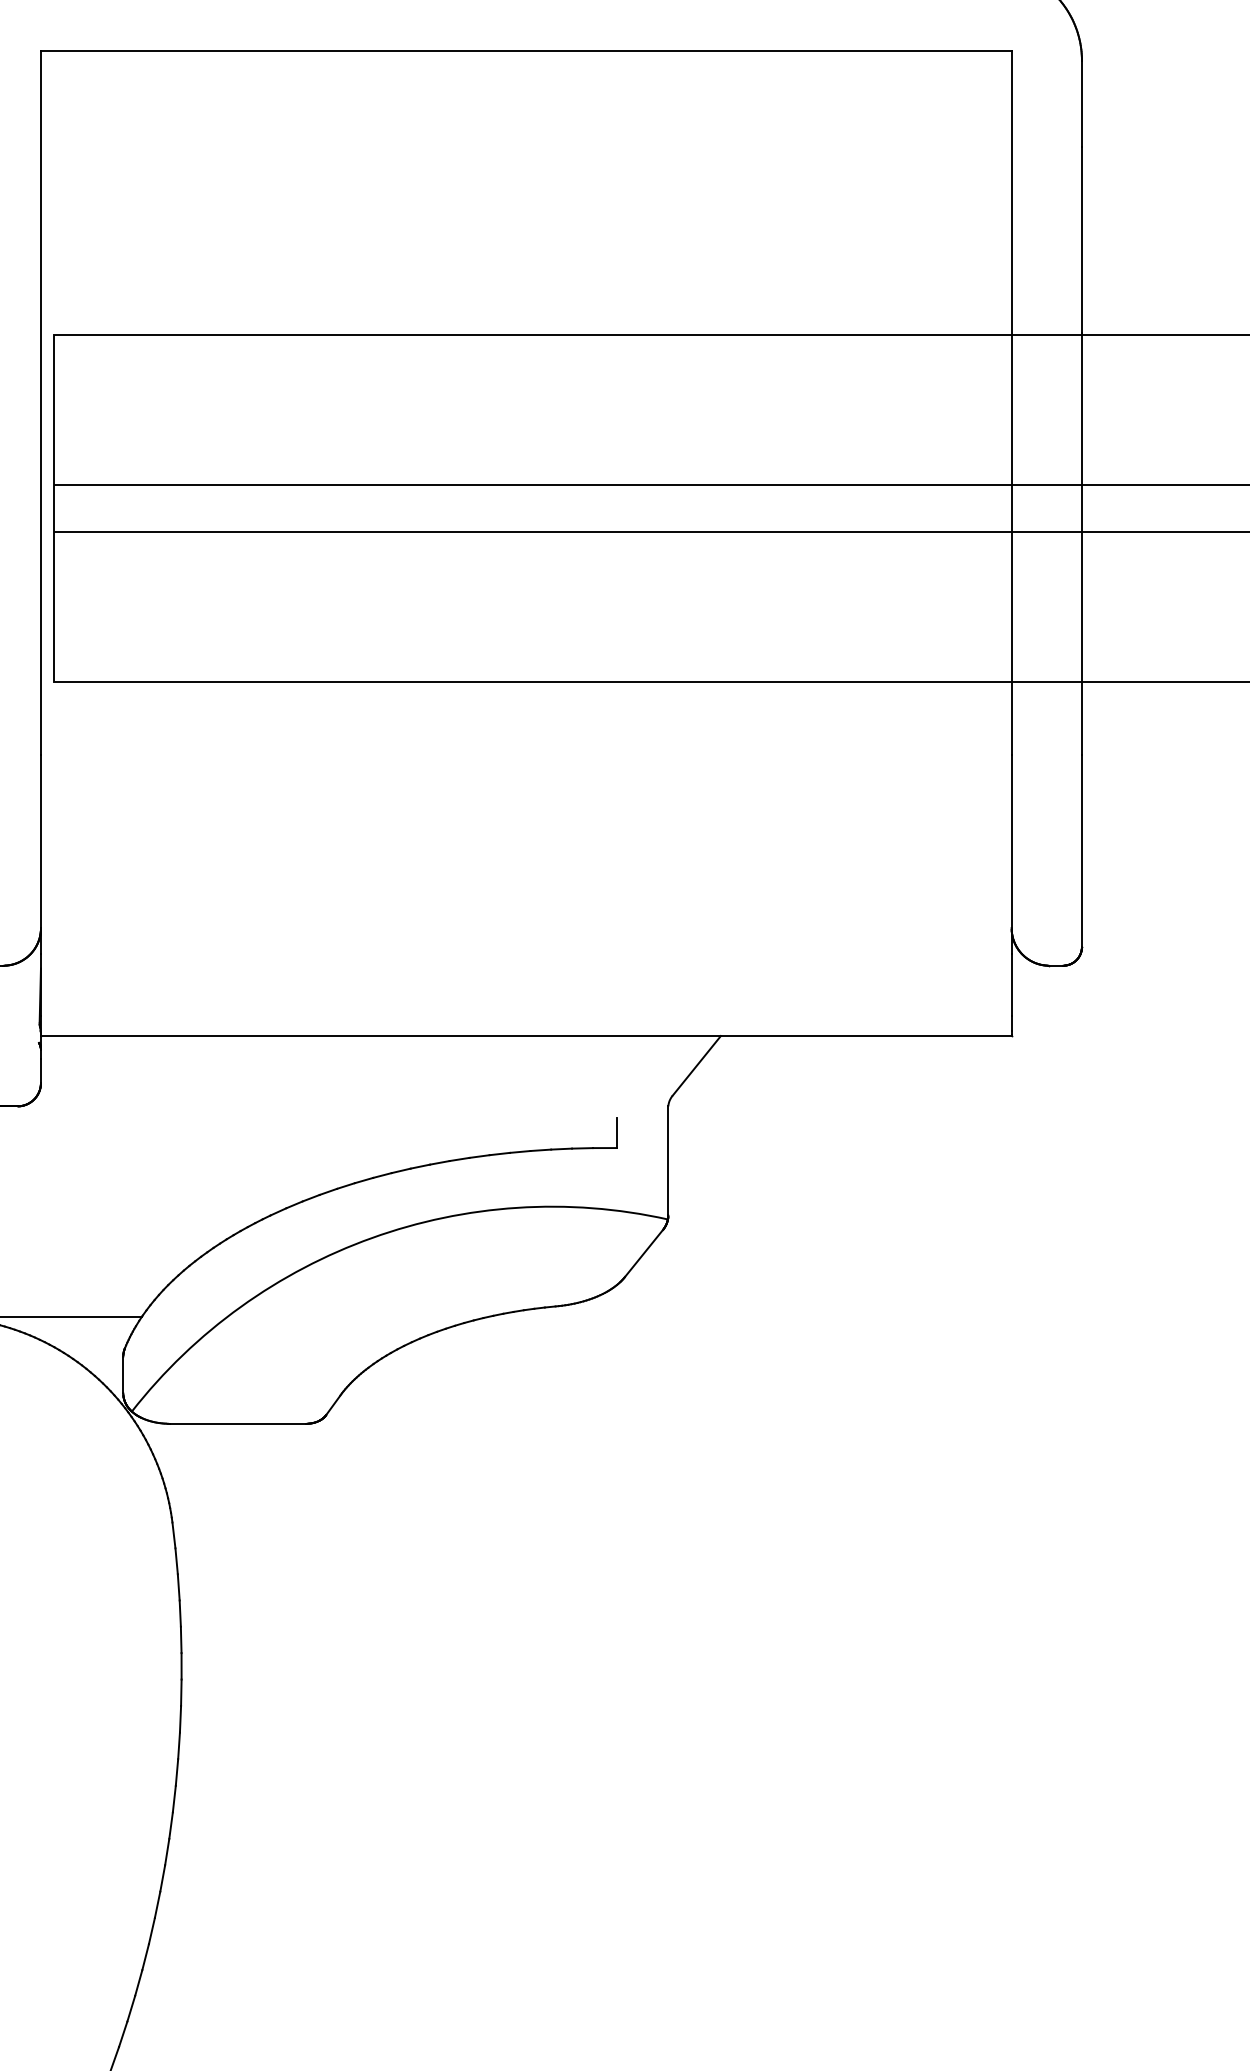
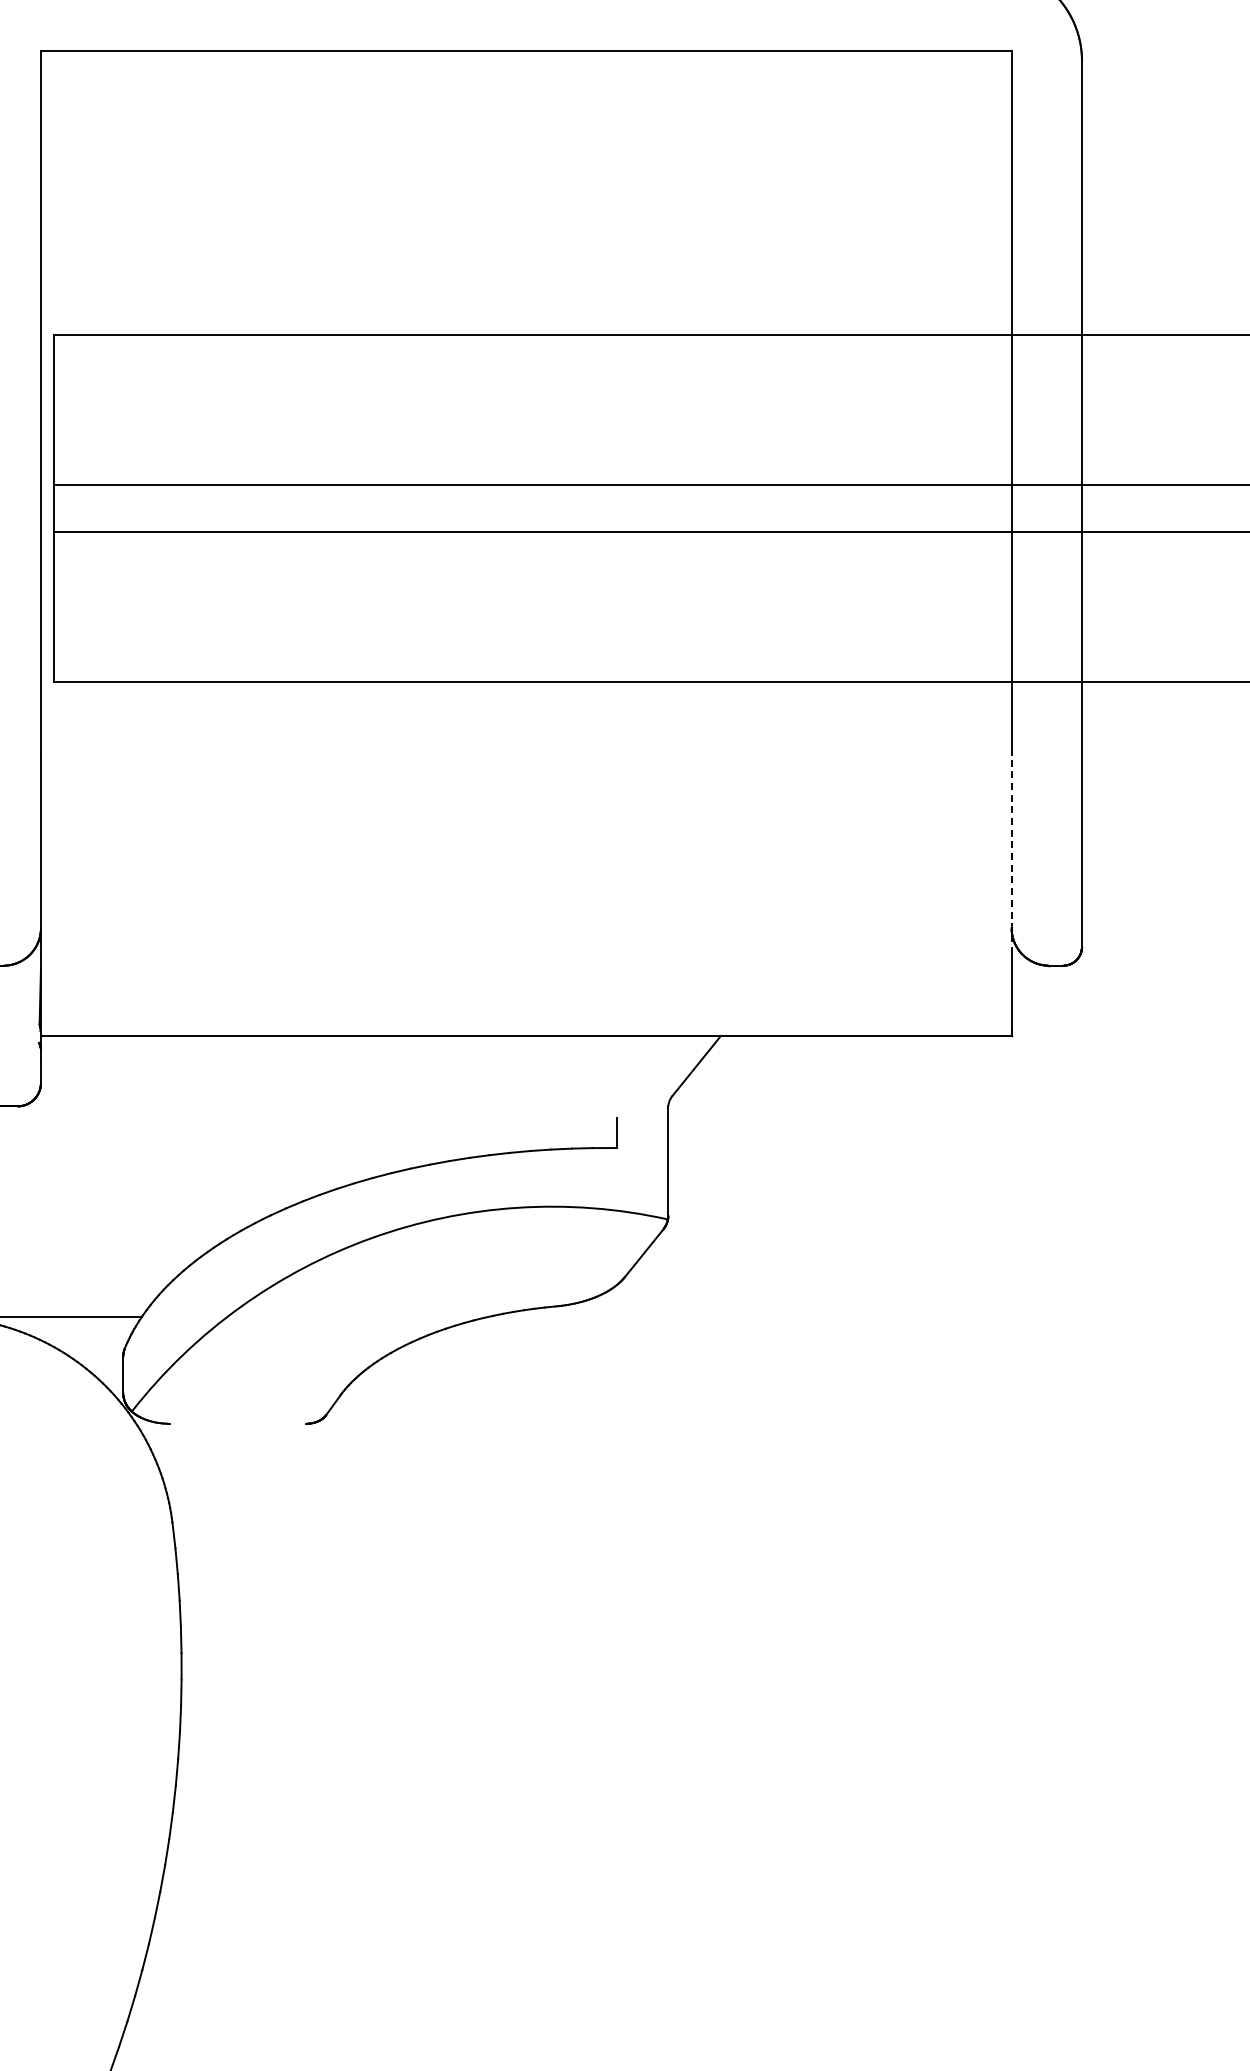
line at (1011, 853): solid -> dashed
line at (238, 1423): present -> none
